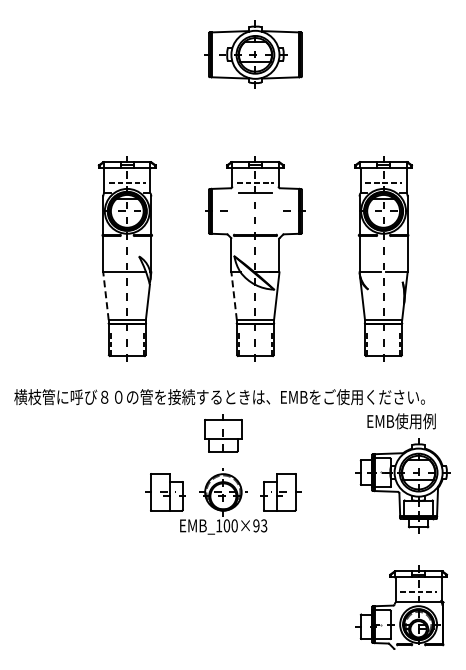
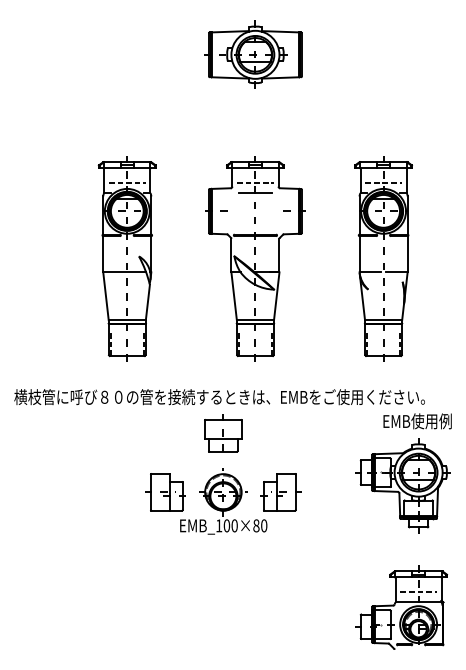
line at (105, 295): dashed -> solid
line at (234, 295): dashed -> solid
text at (401, 421) position: (401, 421) -> (417, 421)
text at (260, 525): EMB_100×93 -> EMB_100×80
